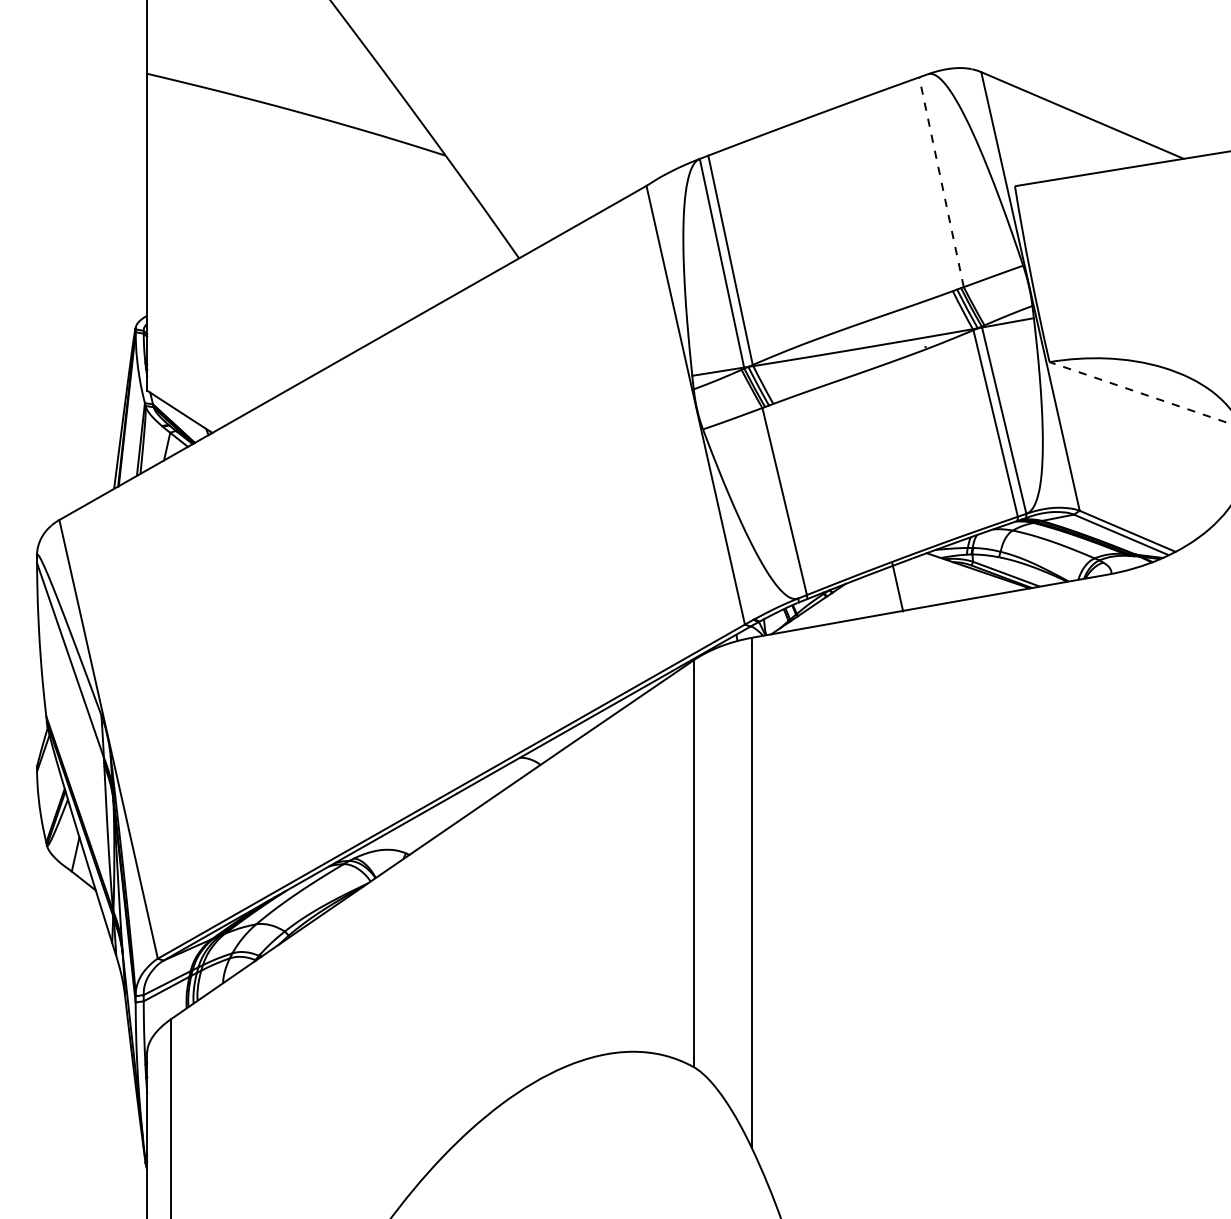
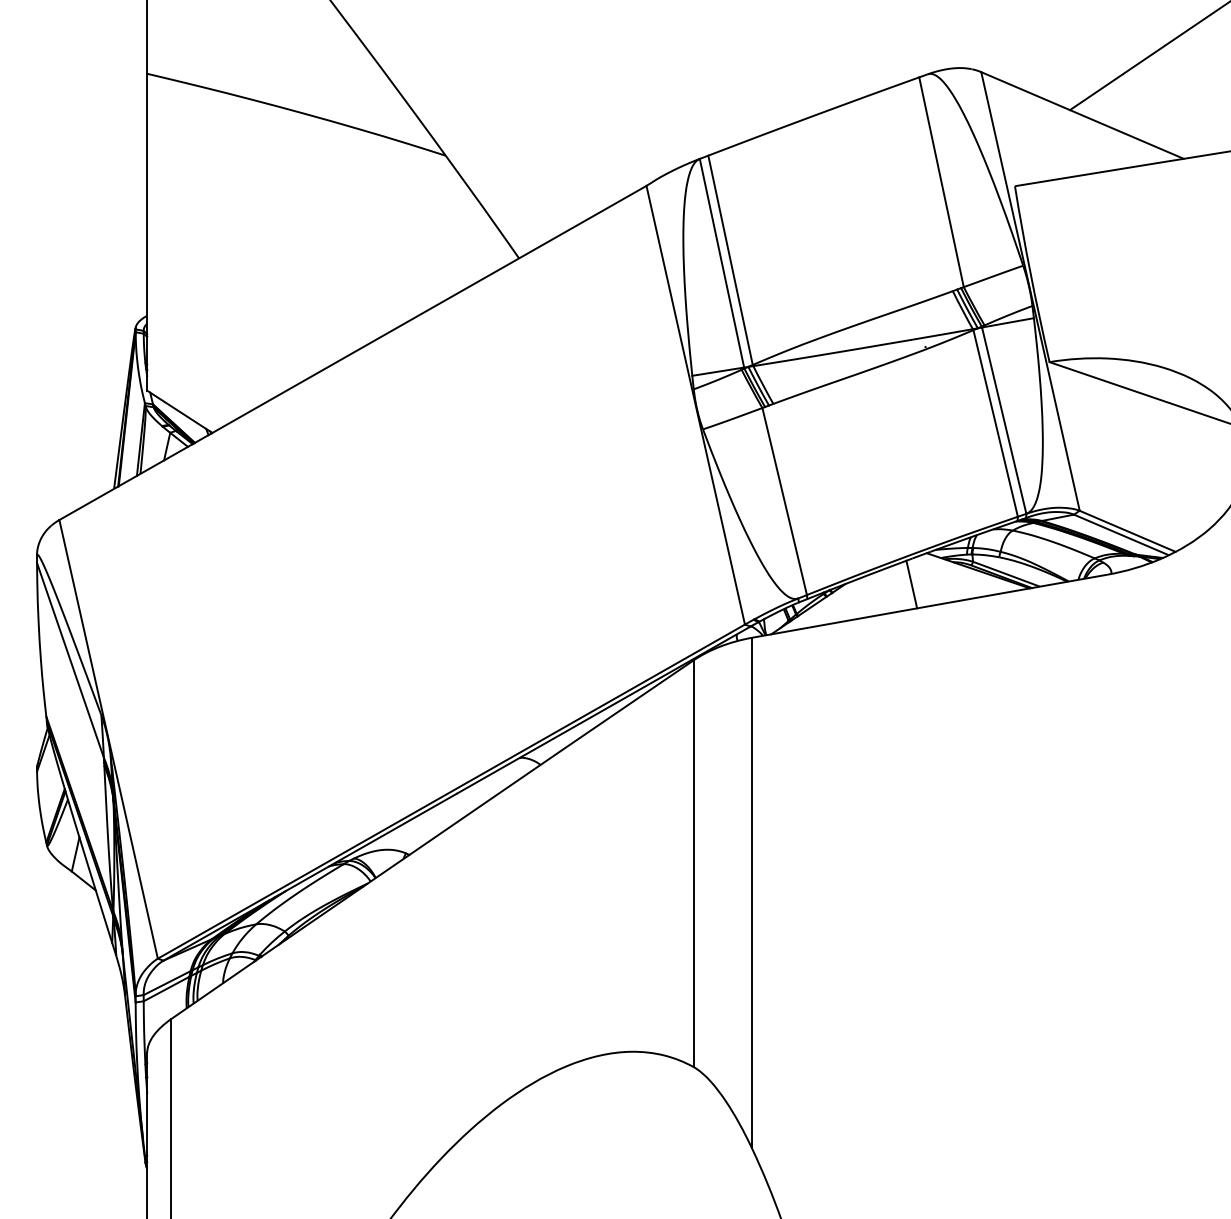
line at (1148, 56): none -> present
line at (941, 181): dashed -> solid
line at (1139, 392): dashed -> solid
line at (897, 587) position: (897, 587) -> (911, 584)
